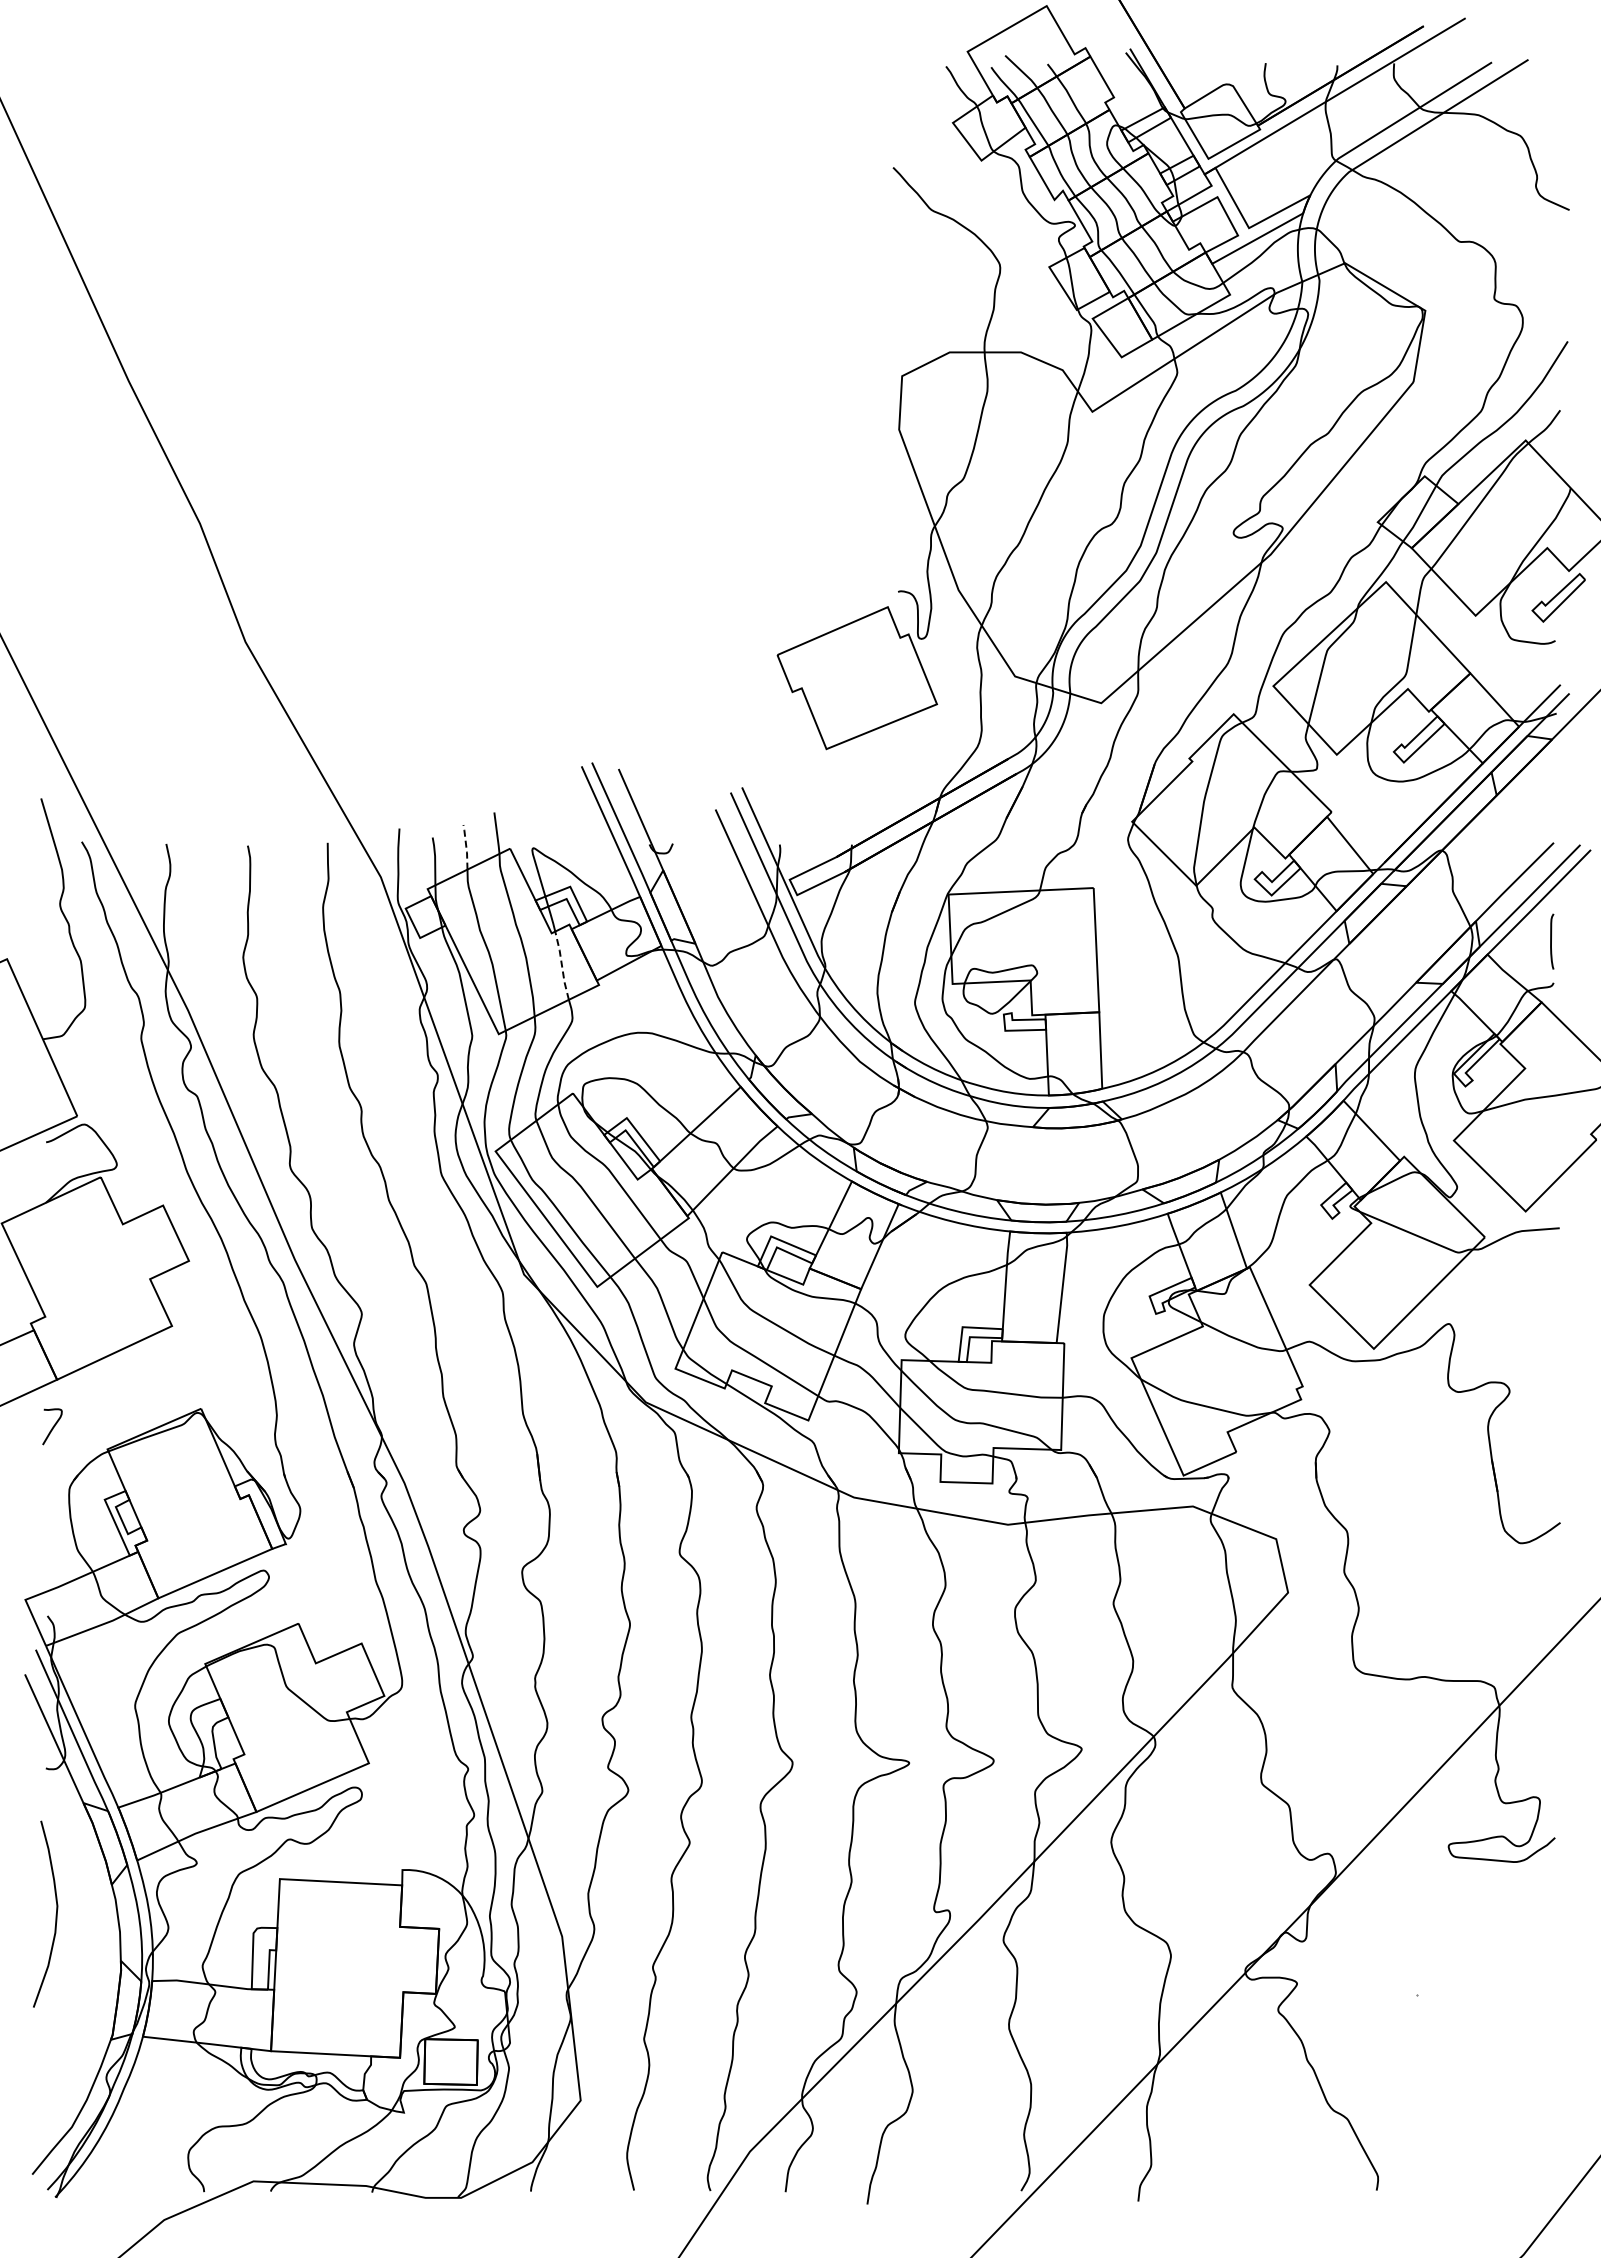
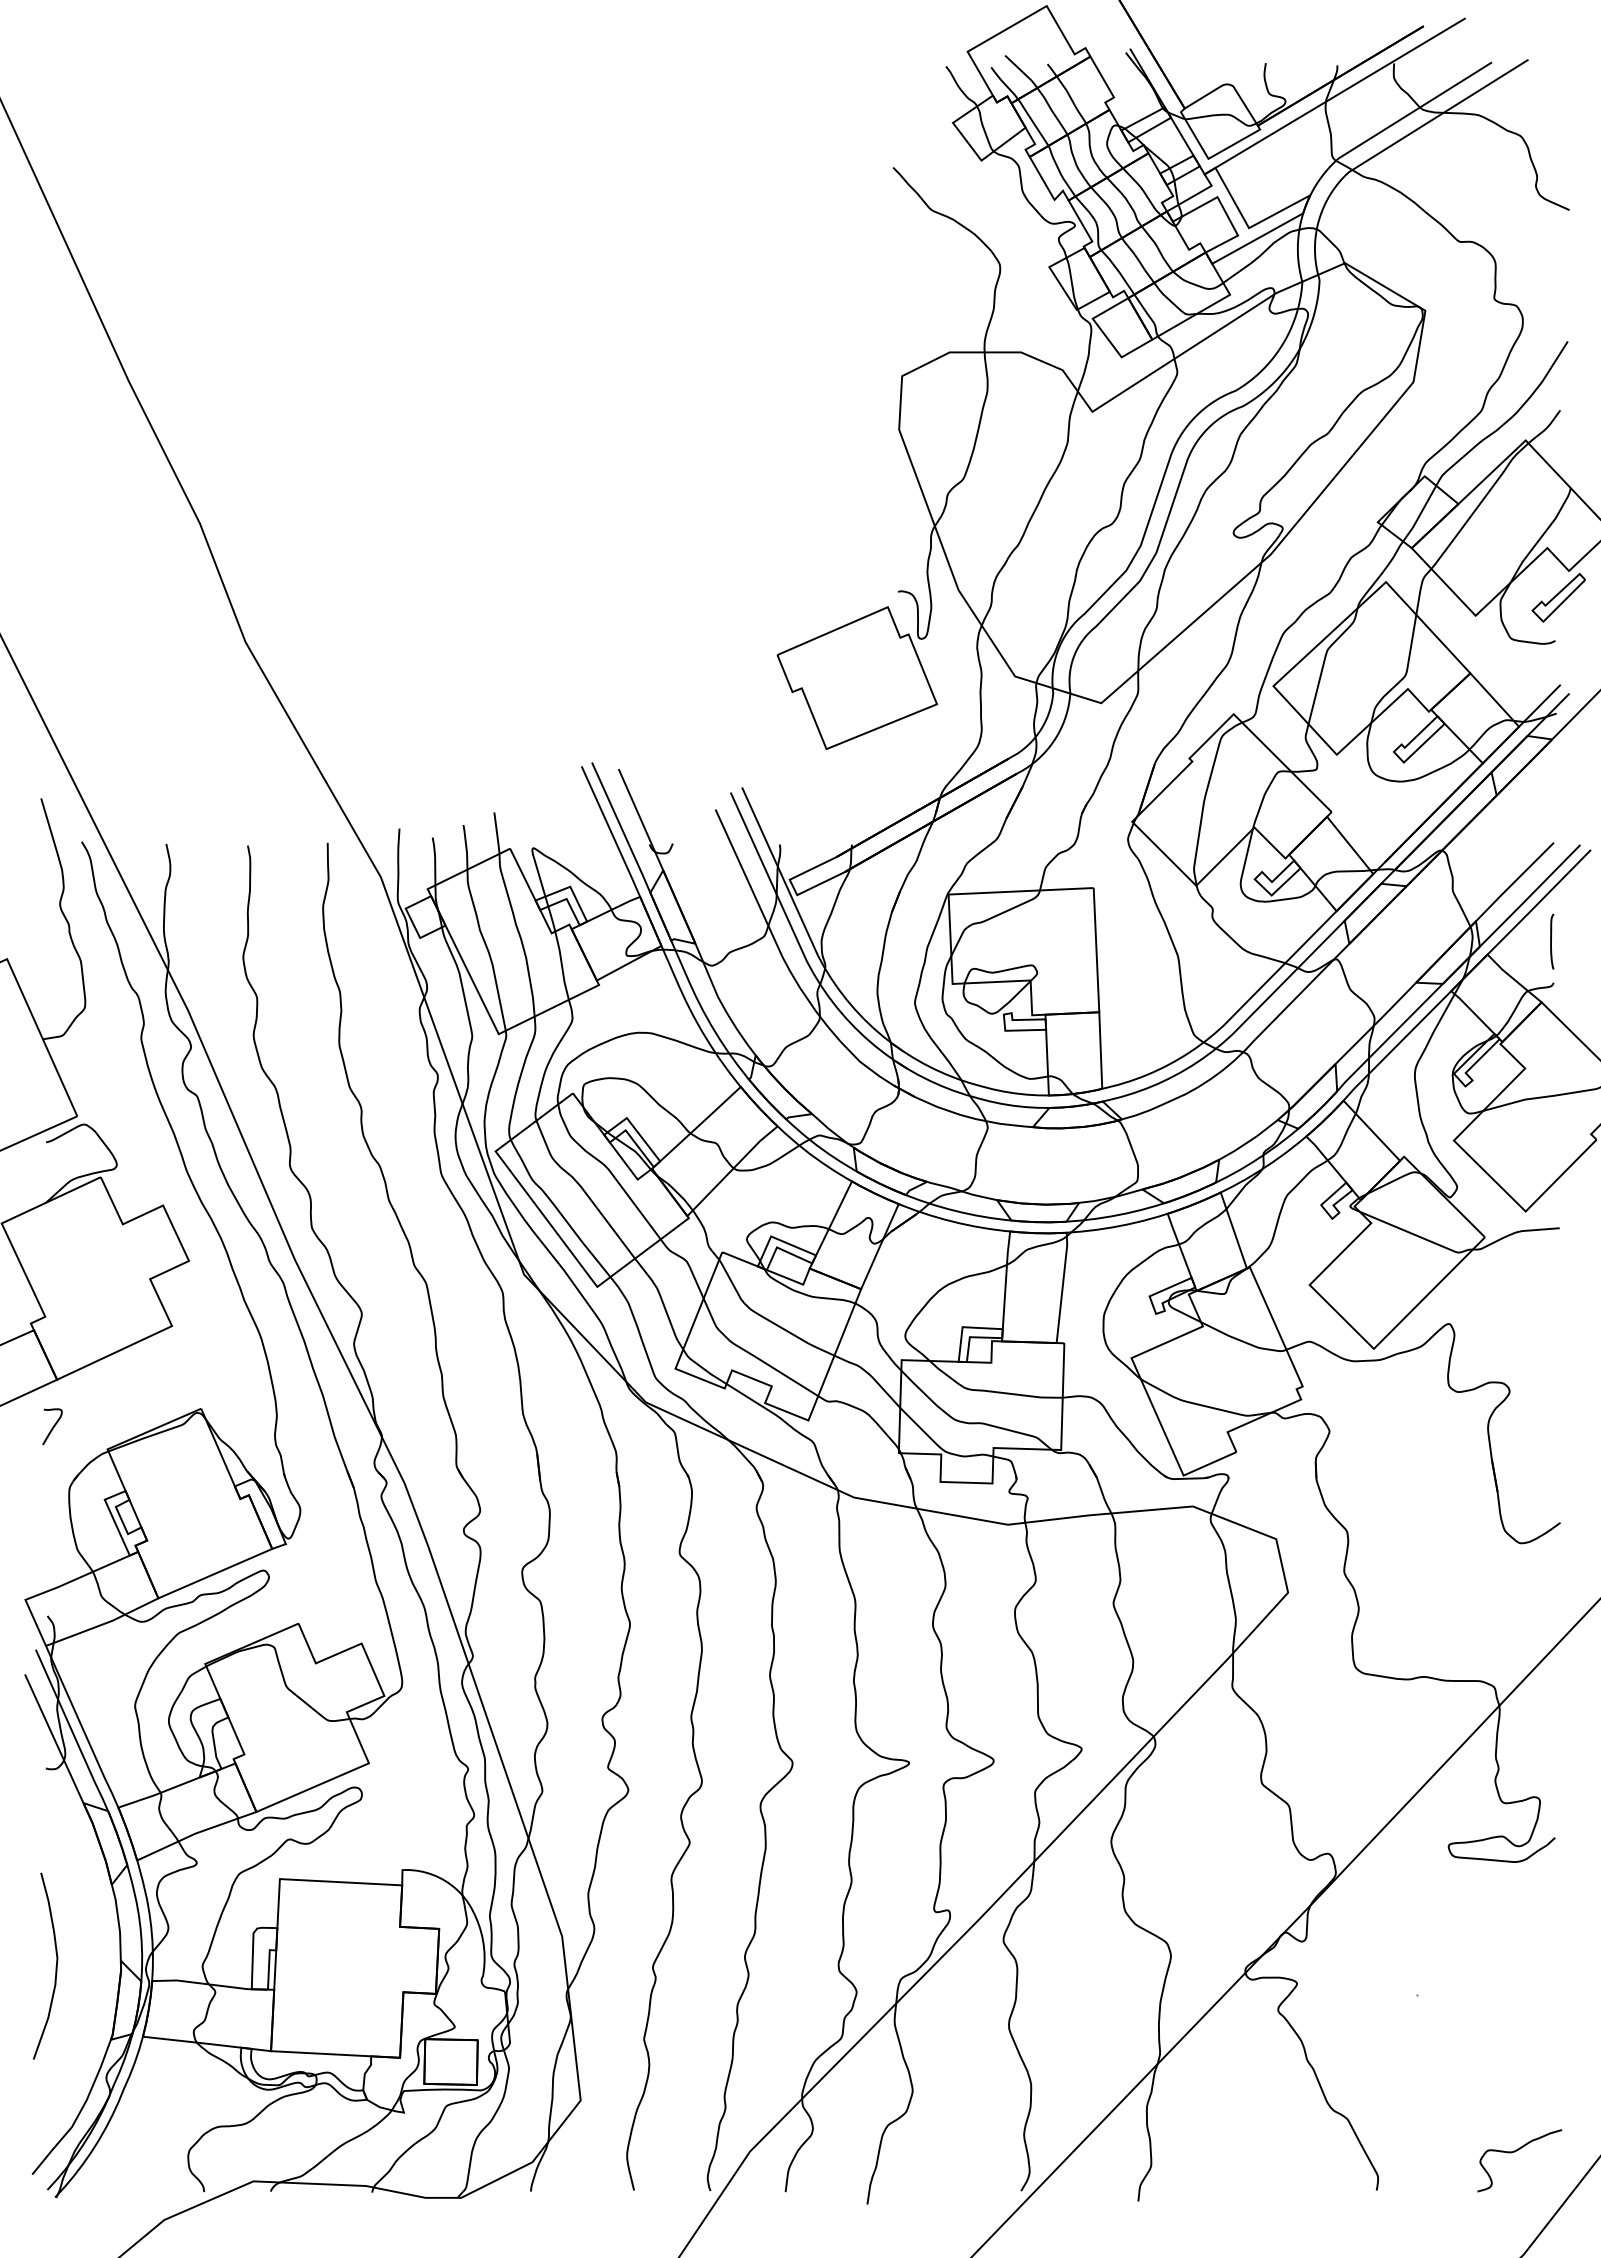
line at (466, 846): dashed -> solid
line at (562, 965): dashed -> solid
curve at (55, 1914) position: (55, 1914) -> (55, 1966)
curve at (1517, 2151): none -> present
